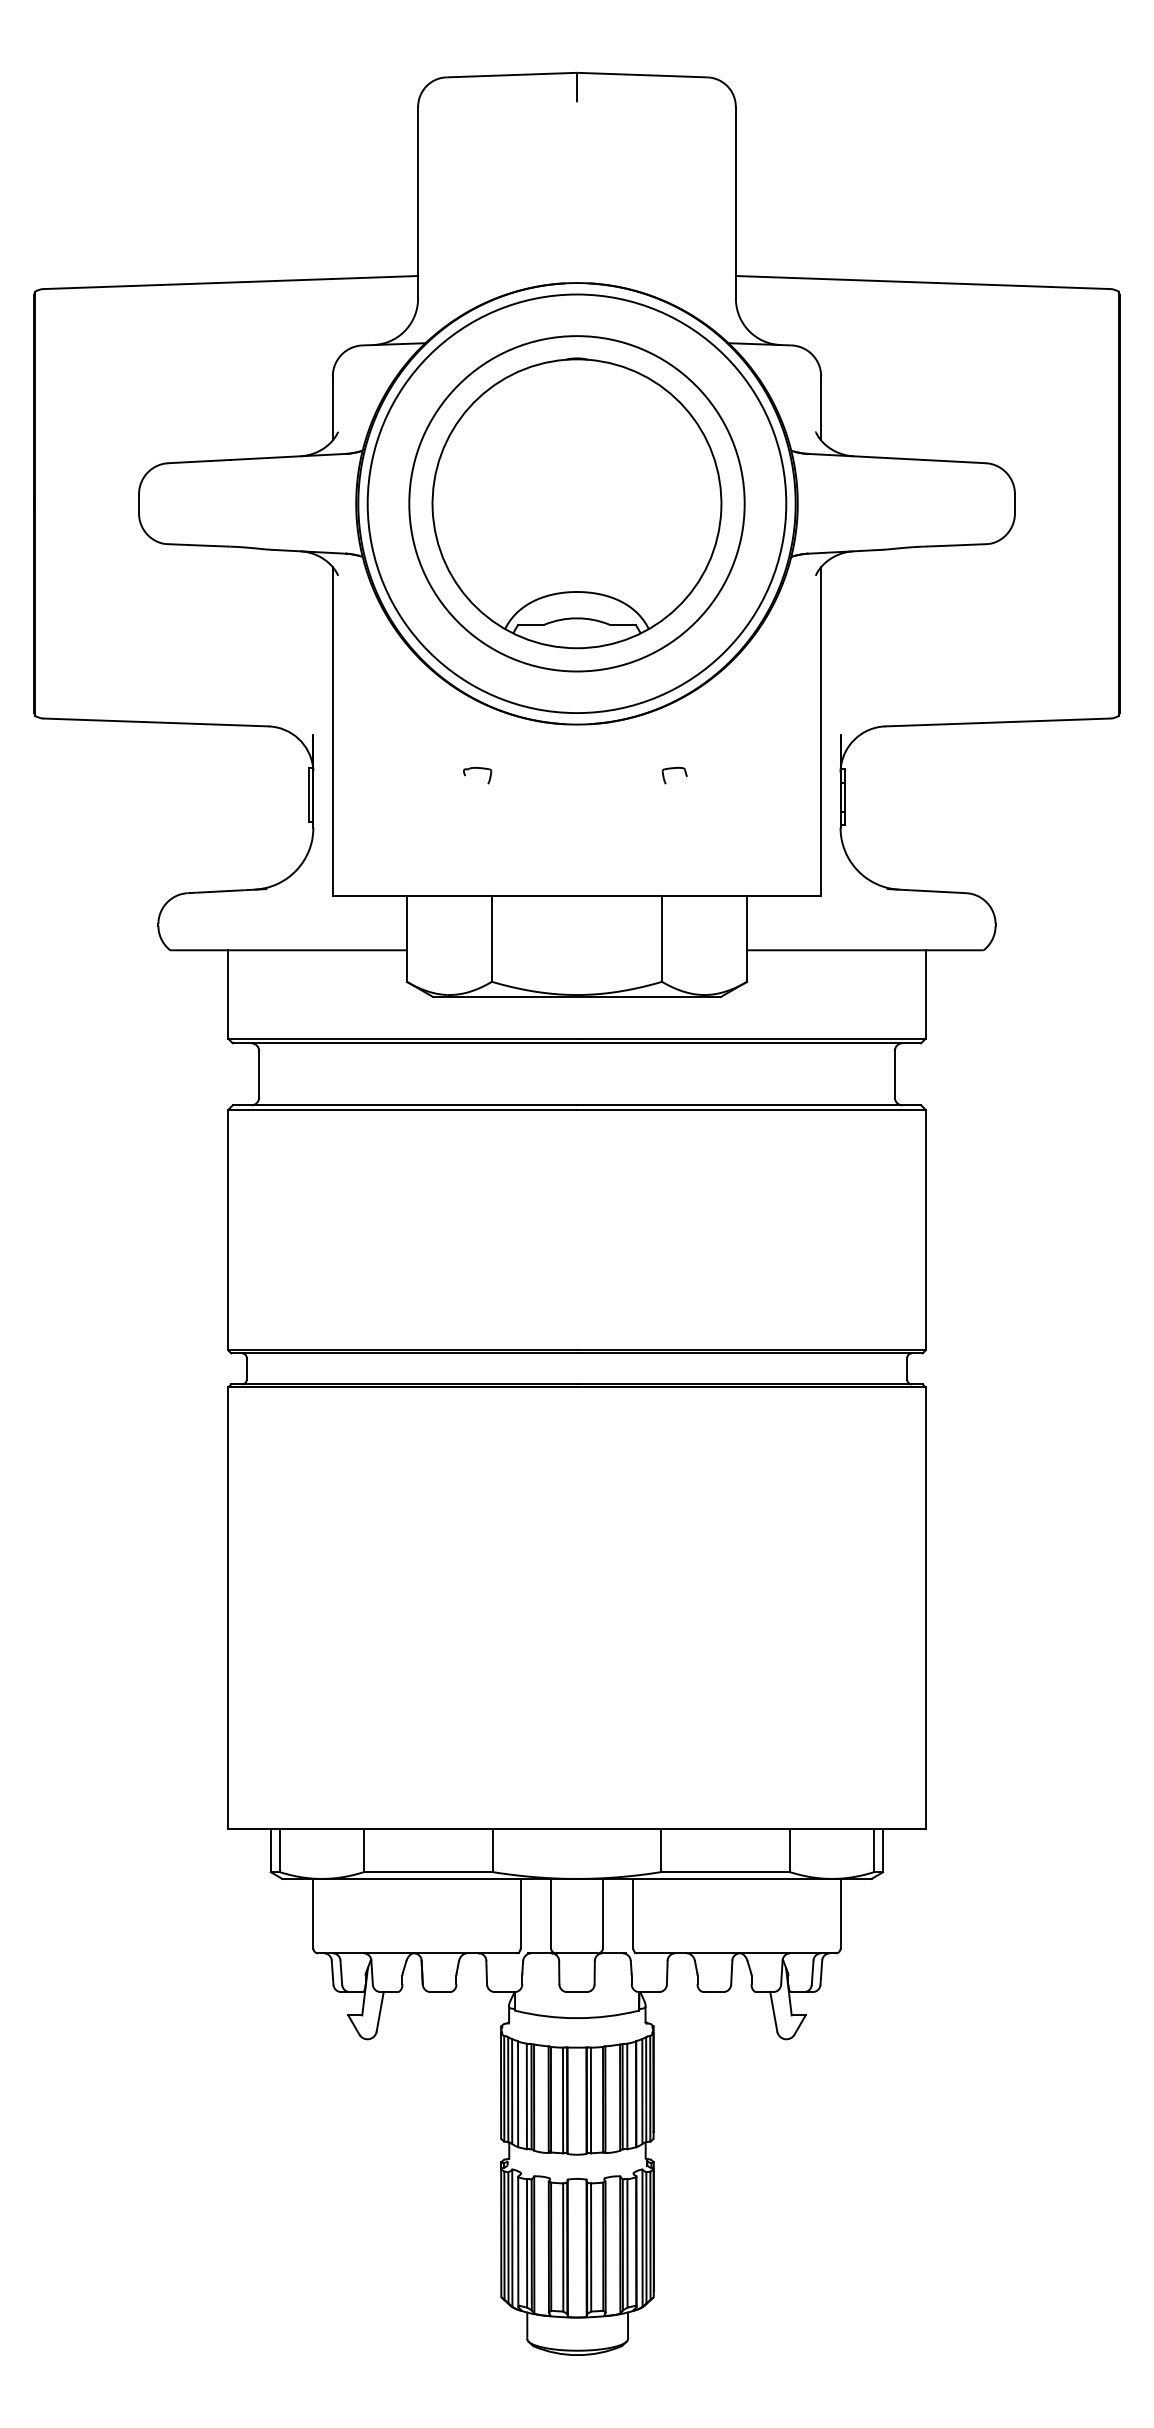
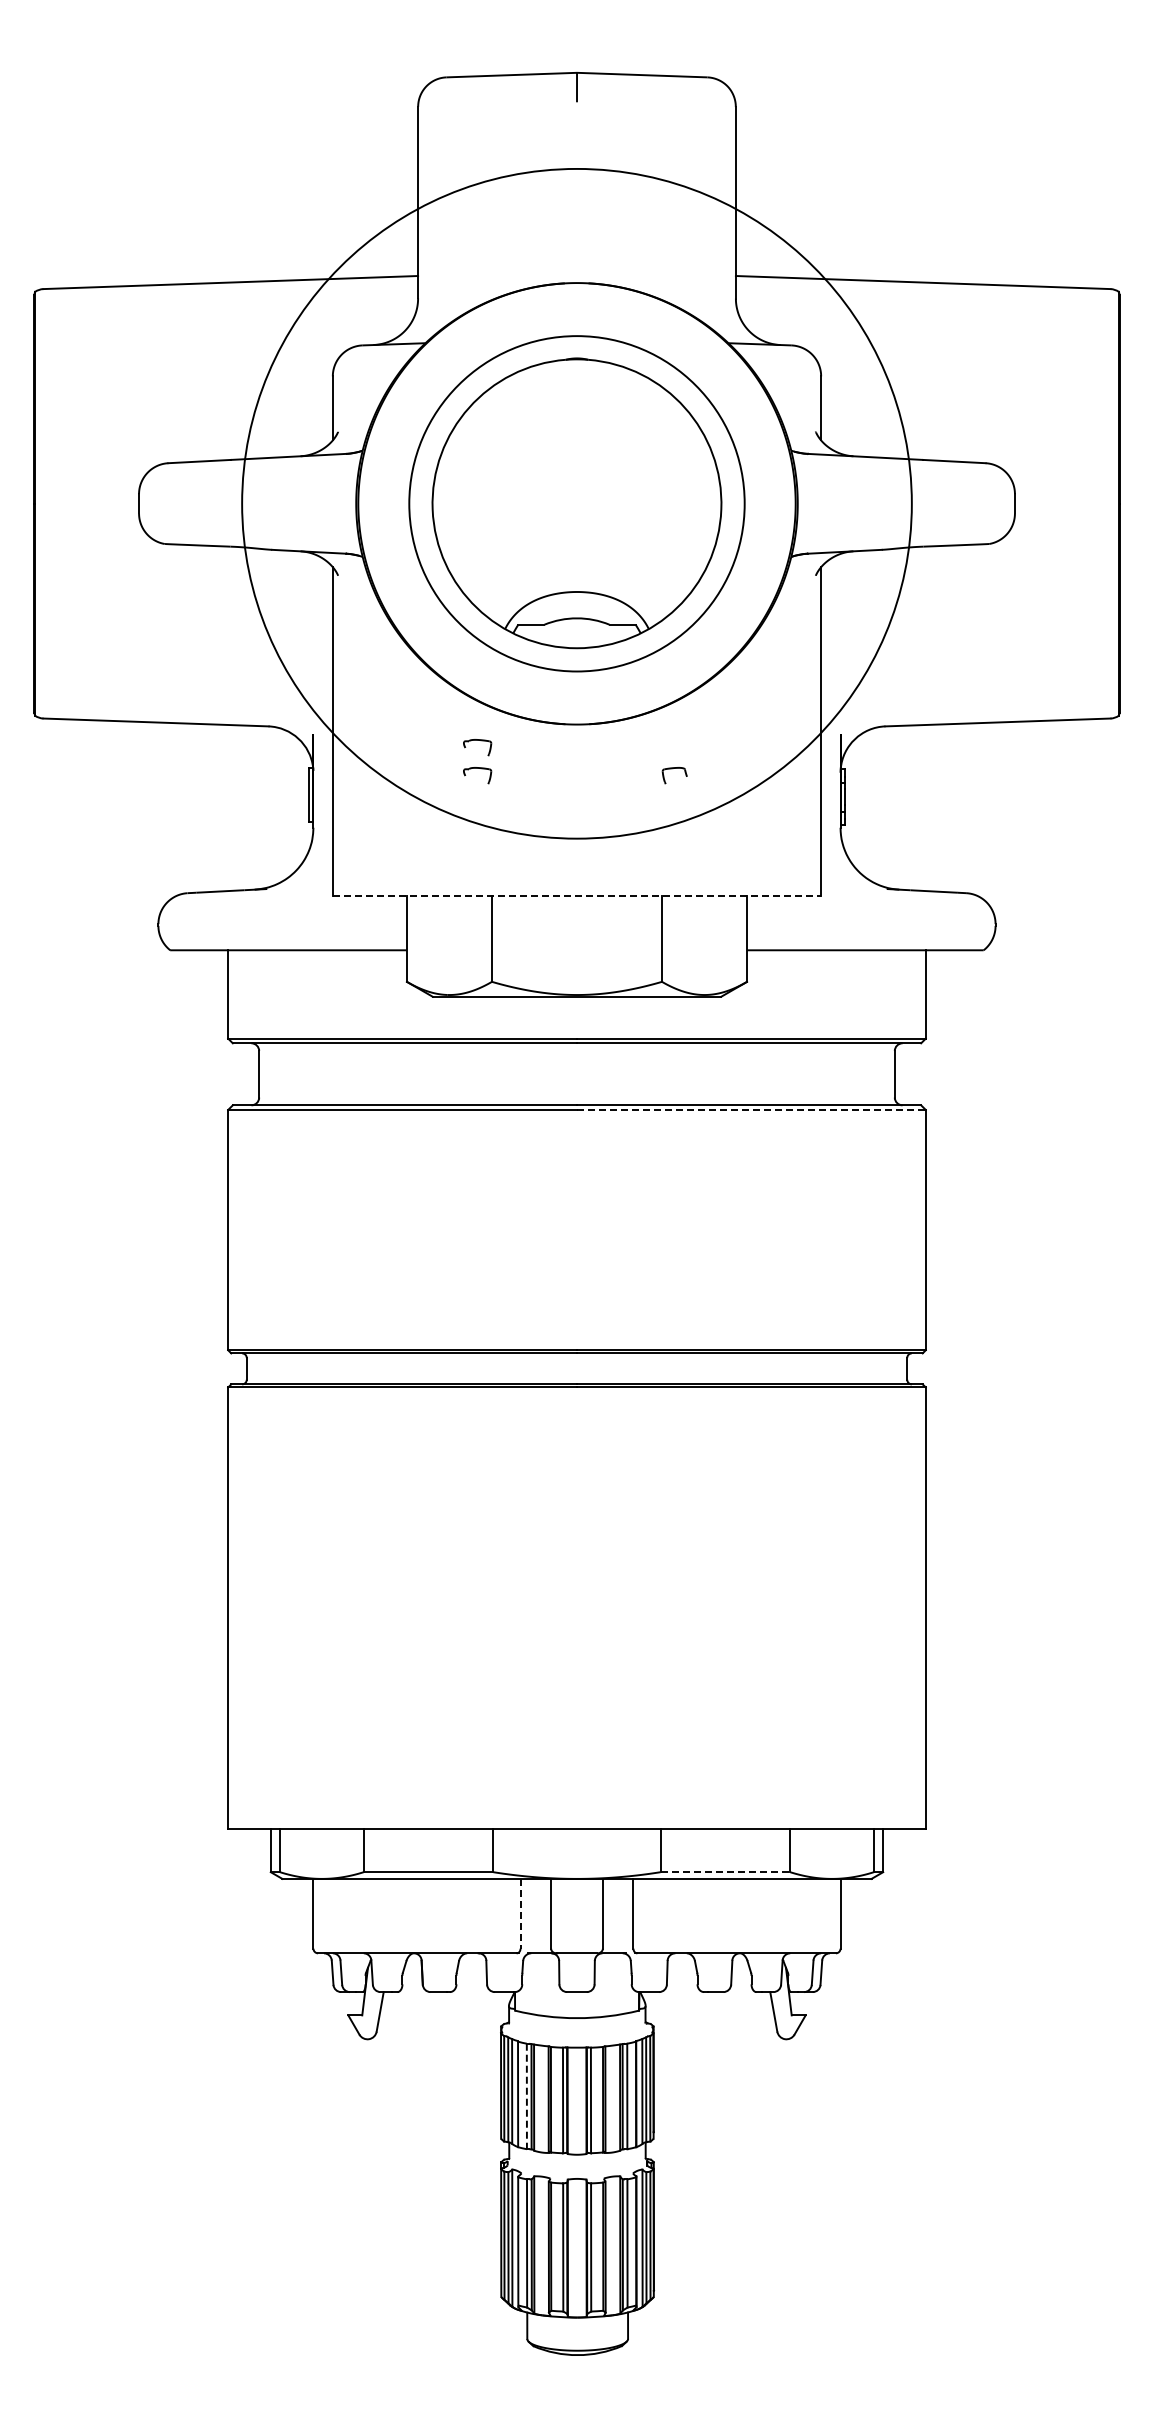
circle at (576, 503) diameter: 419 px -> 670 px
part at (477, 740): none -> present
line at (577, 896): solid -> dashed
line at (751, 1109): solid -> dashed
line at (725, 1872): solid -> dashed
line at (520, 1913): solid -> dashed
line at (526, 2096): solid -> dashed
